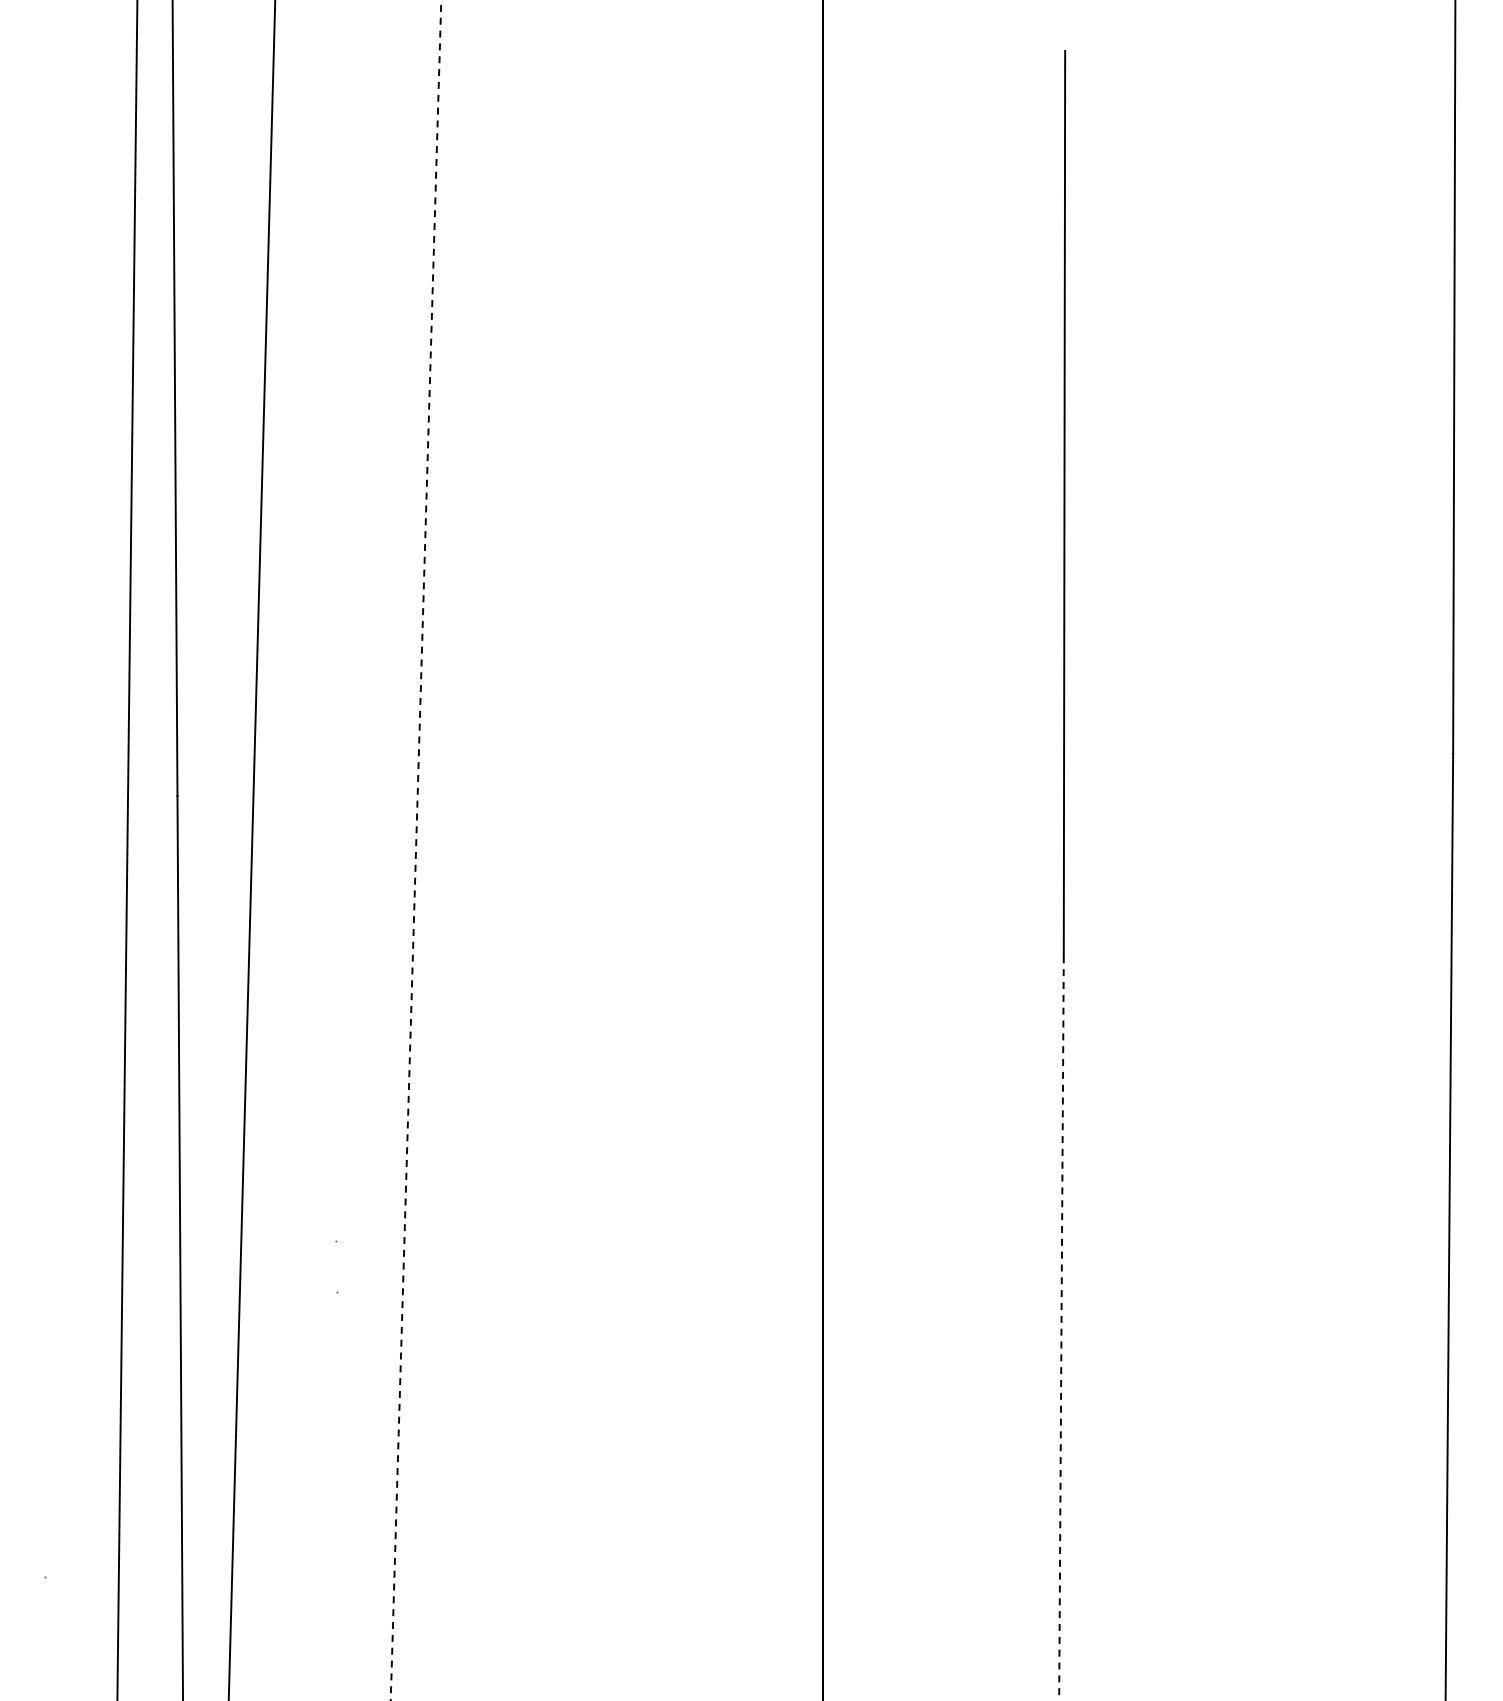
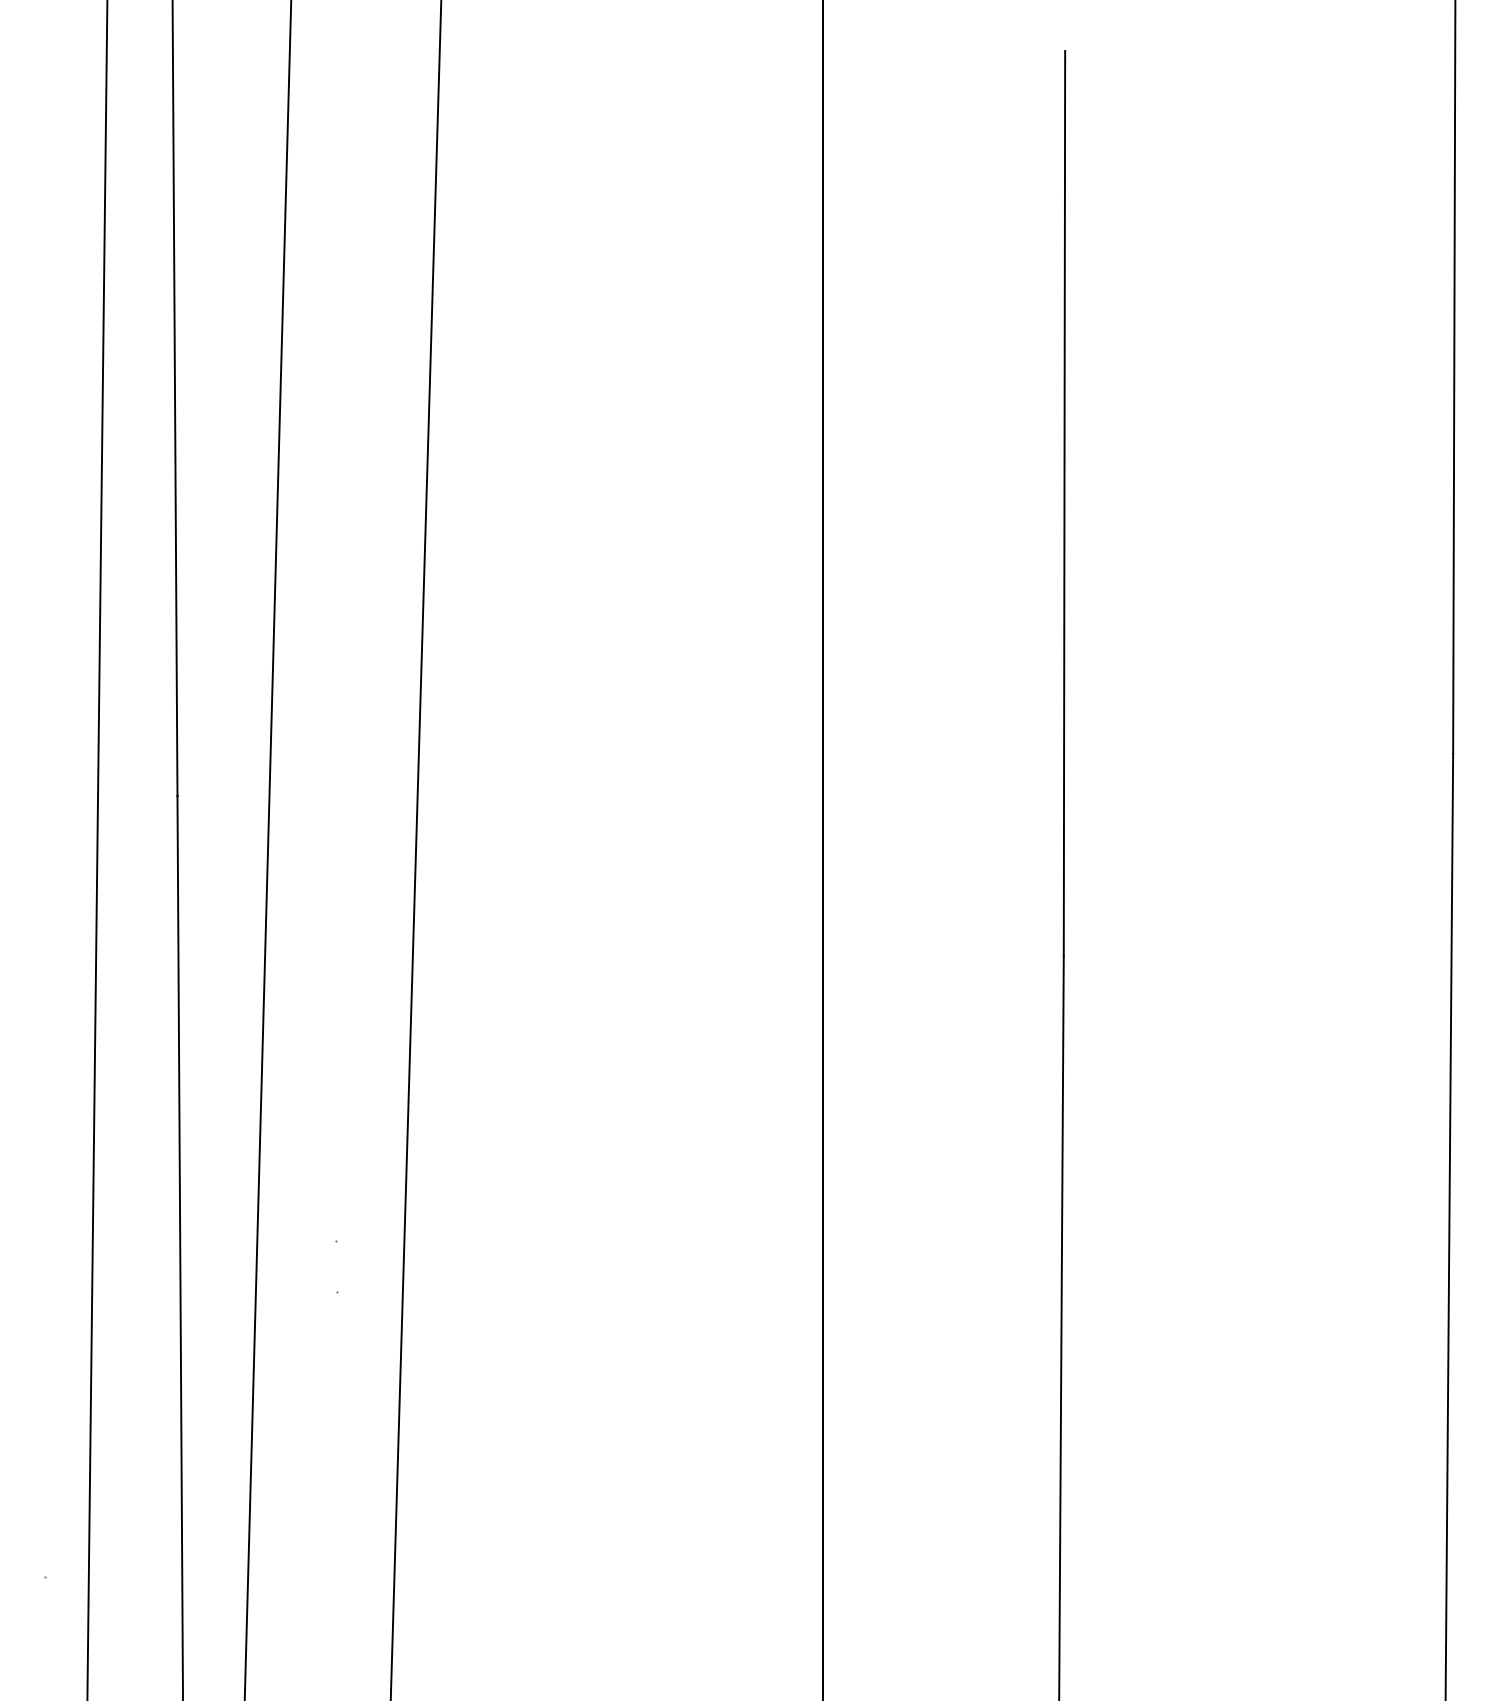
line at (127, 849) position: (127, 849) -> (97, 849)
line at (251, 849) position: (251, 849) -> (267, 849)
line at (416, 849): dashed -> solid
line at (1061, 1328): dashed -> solid
